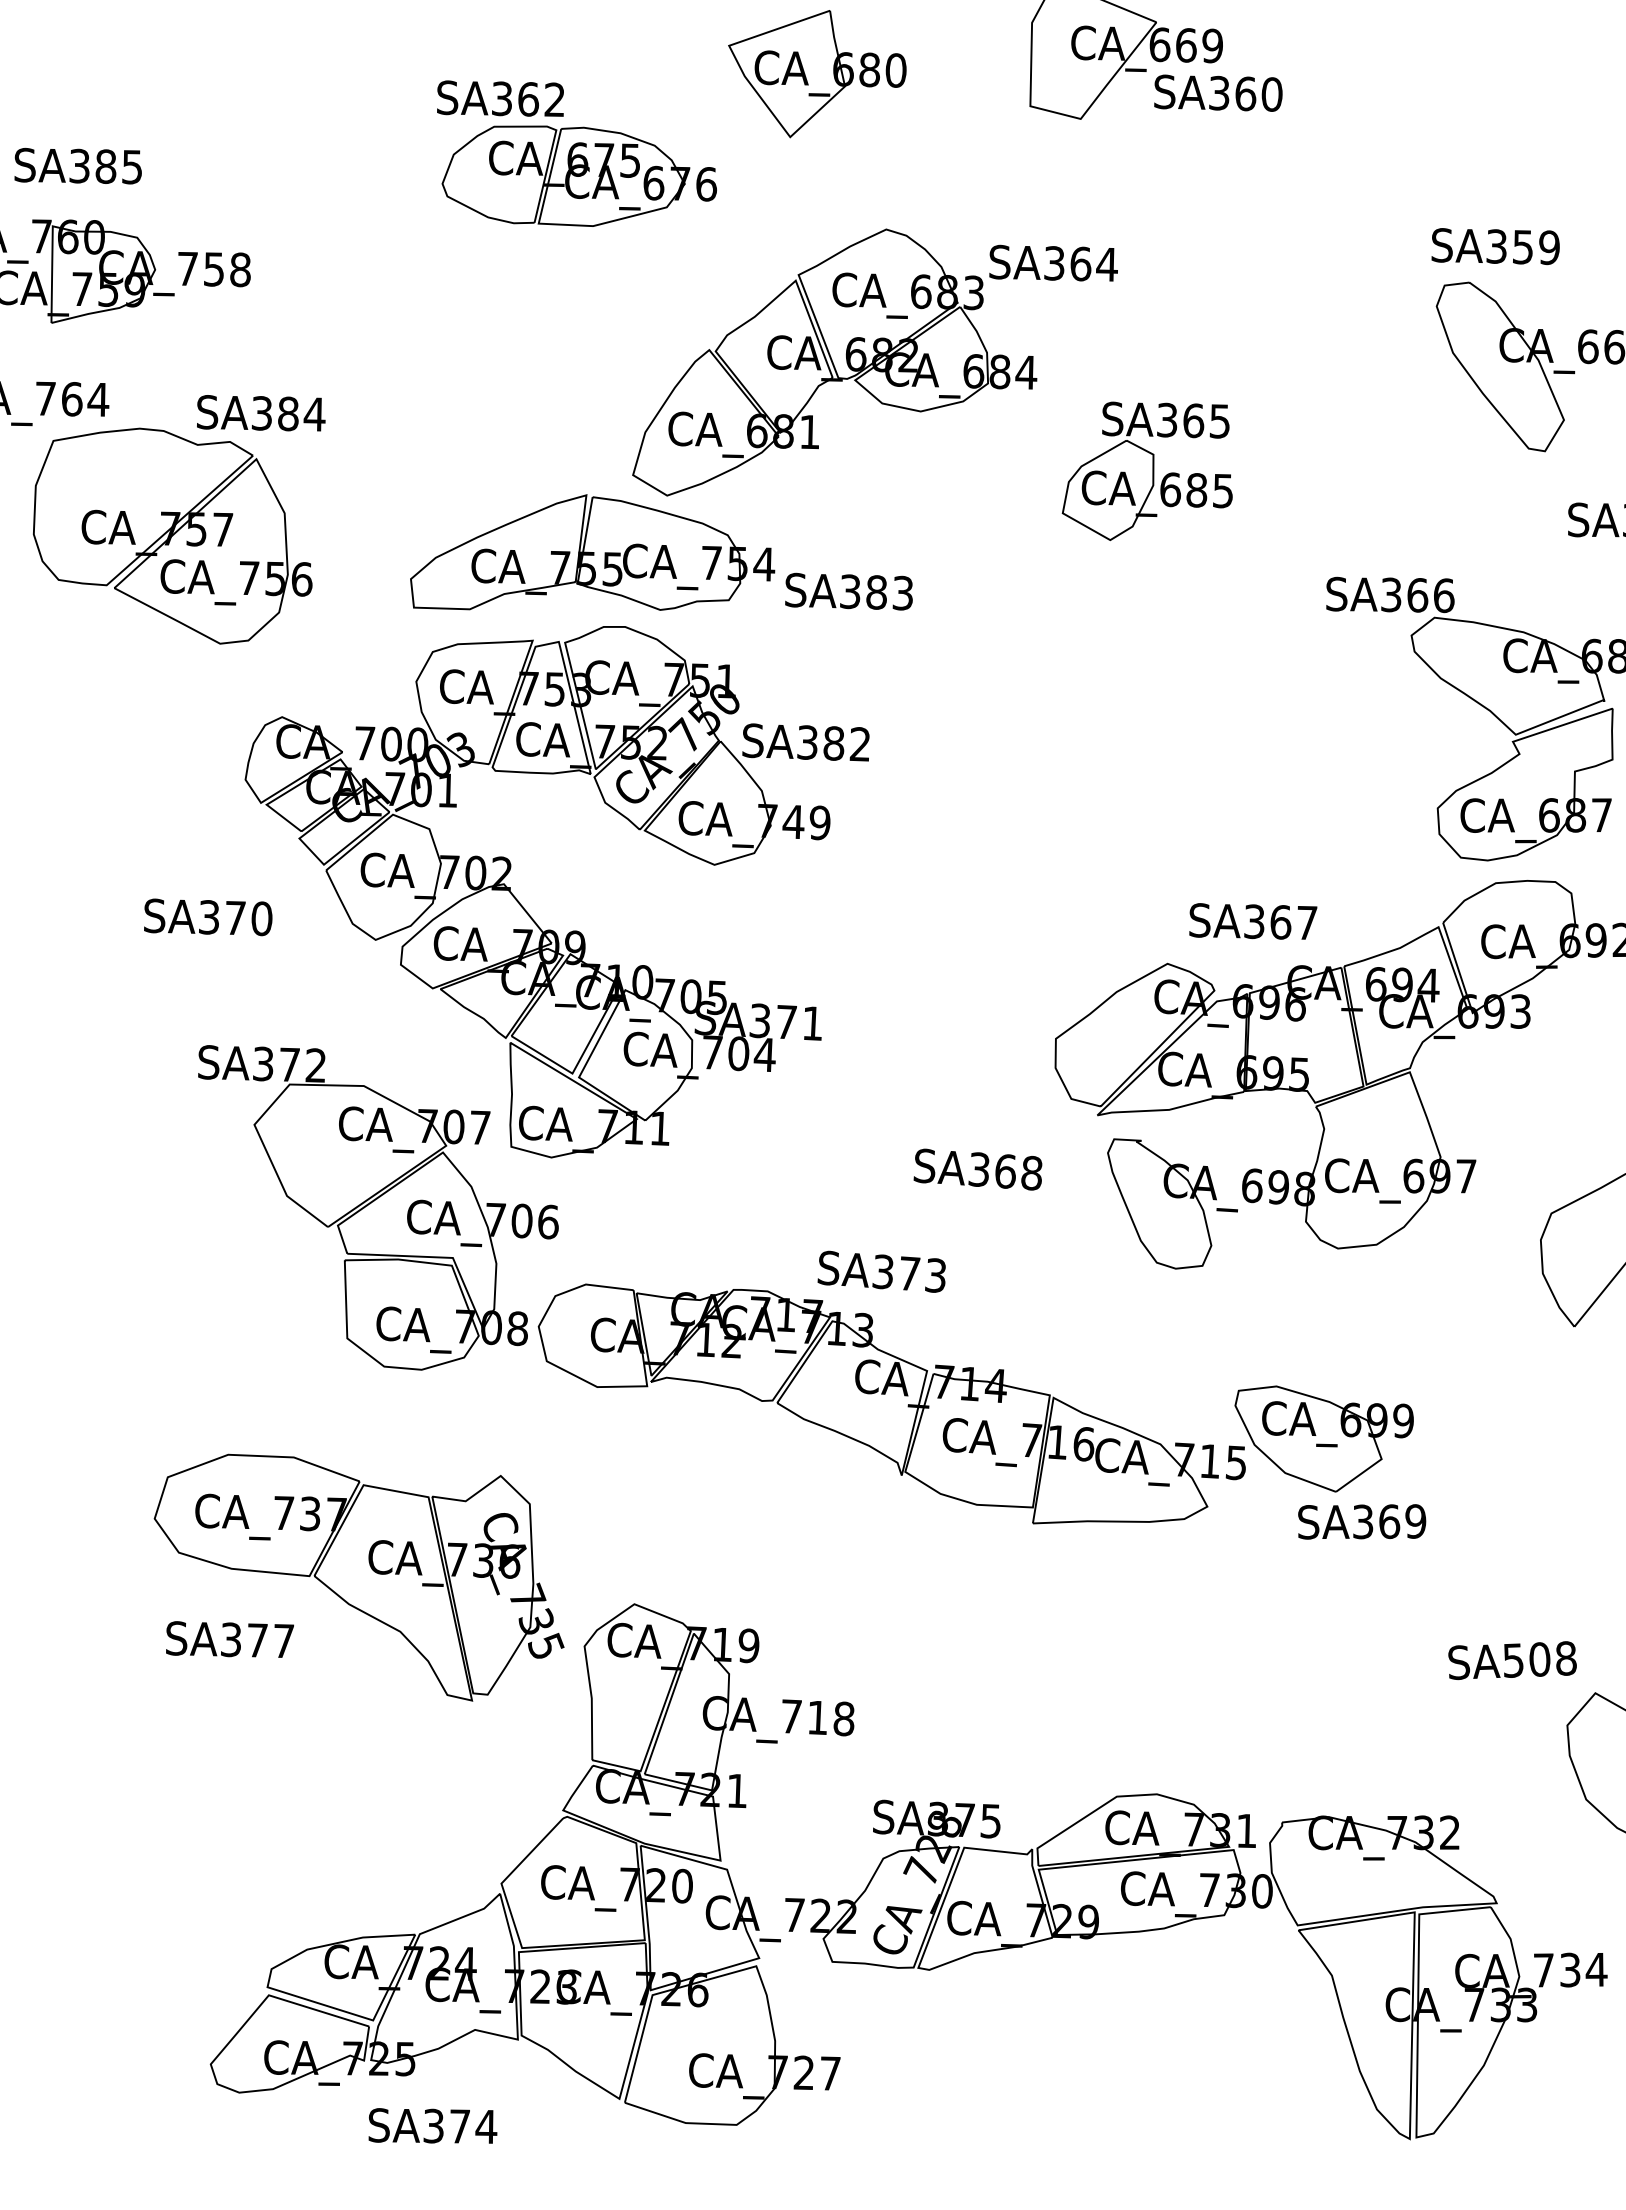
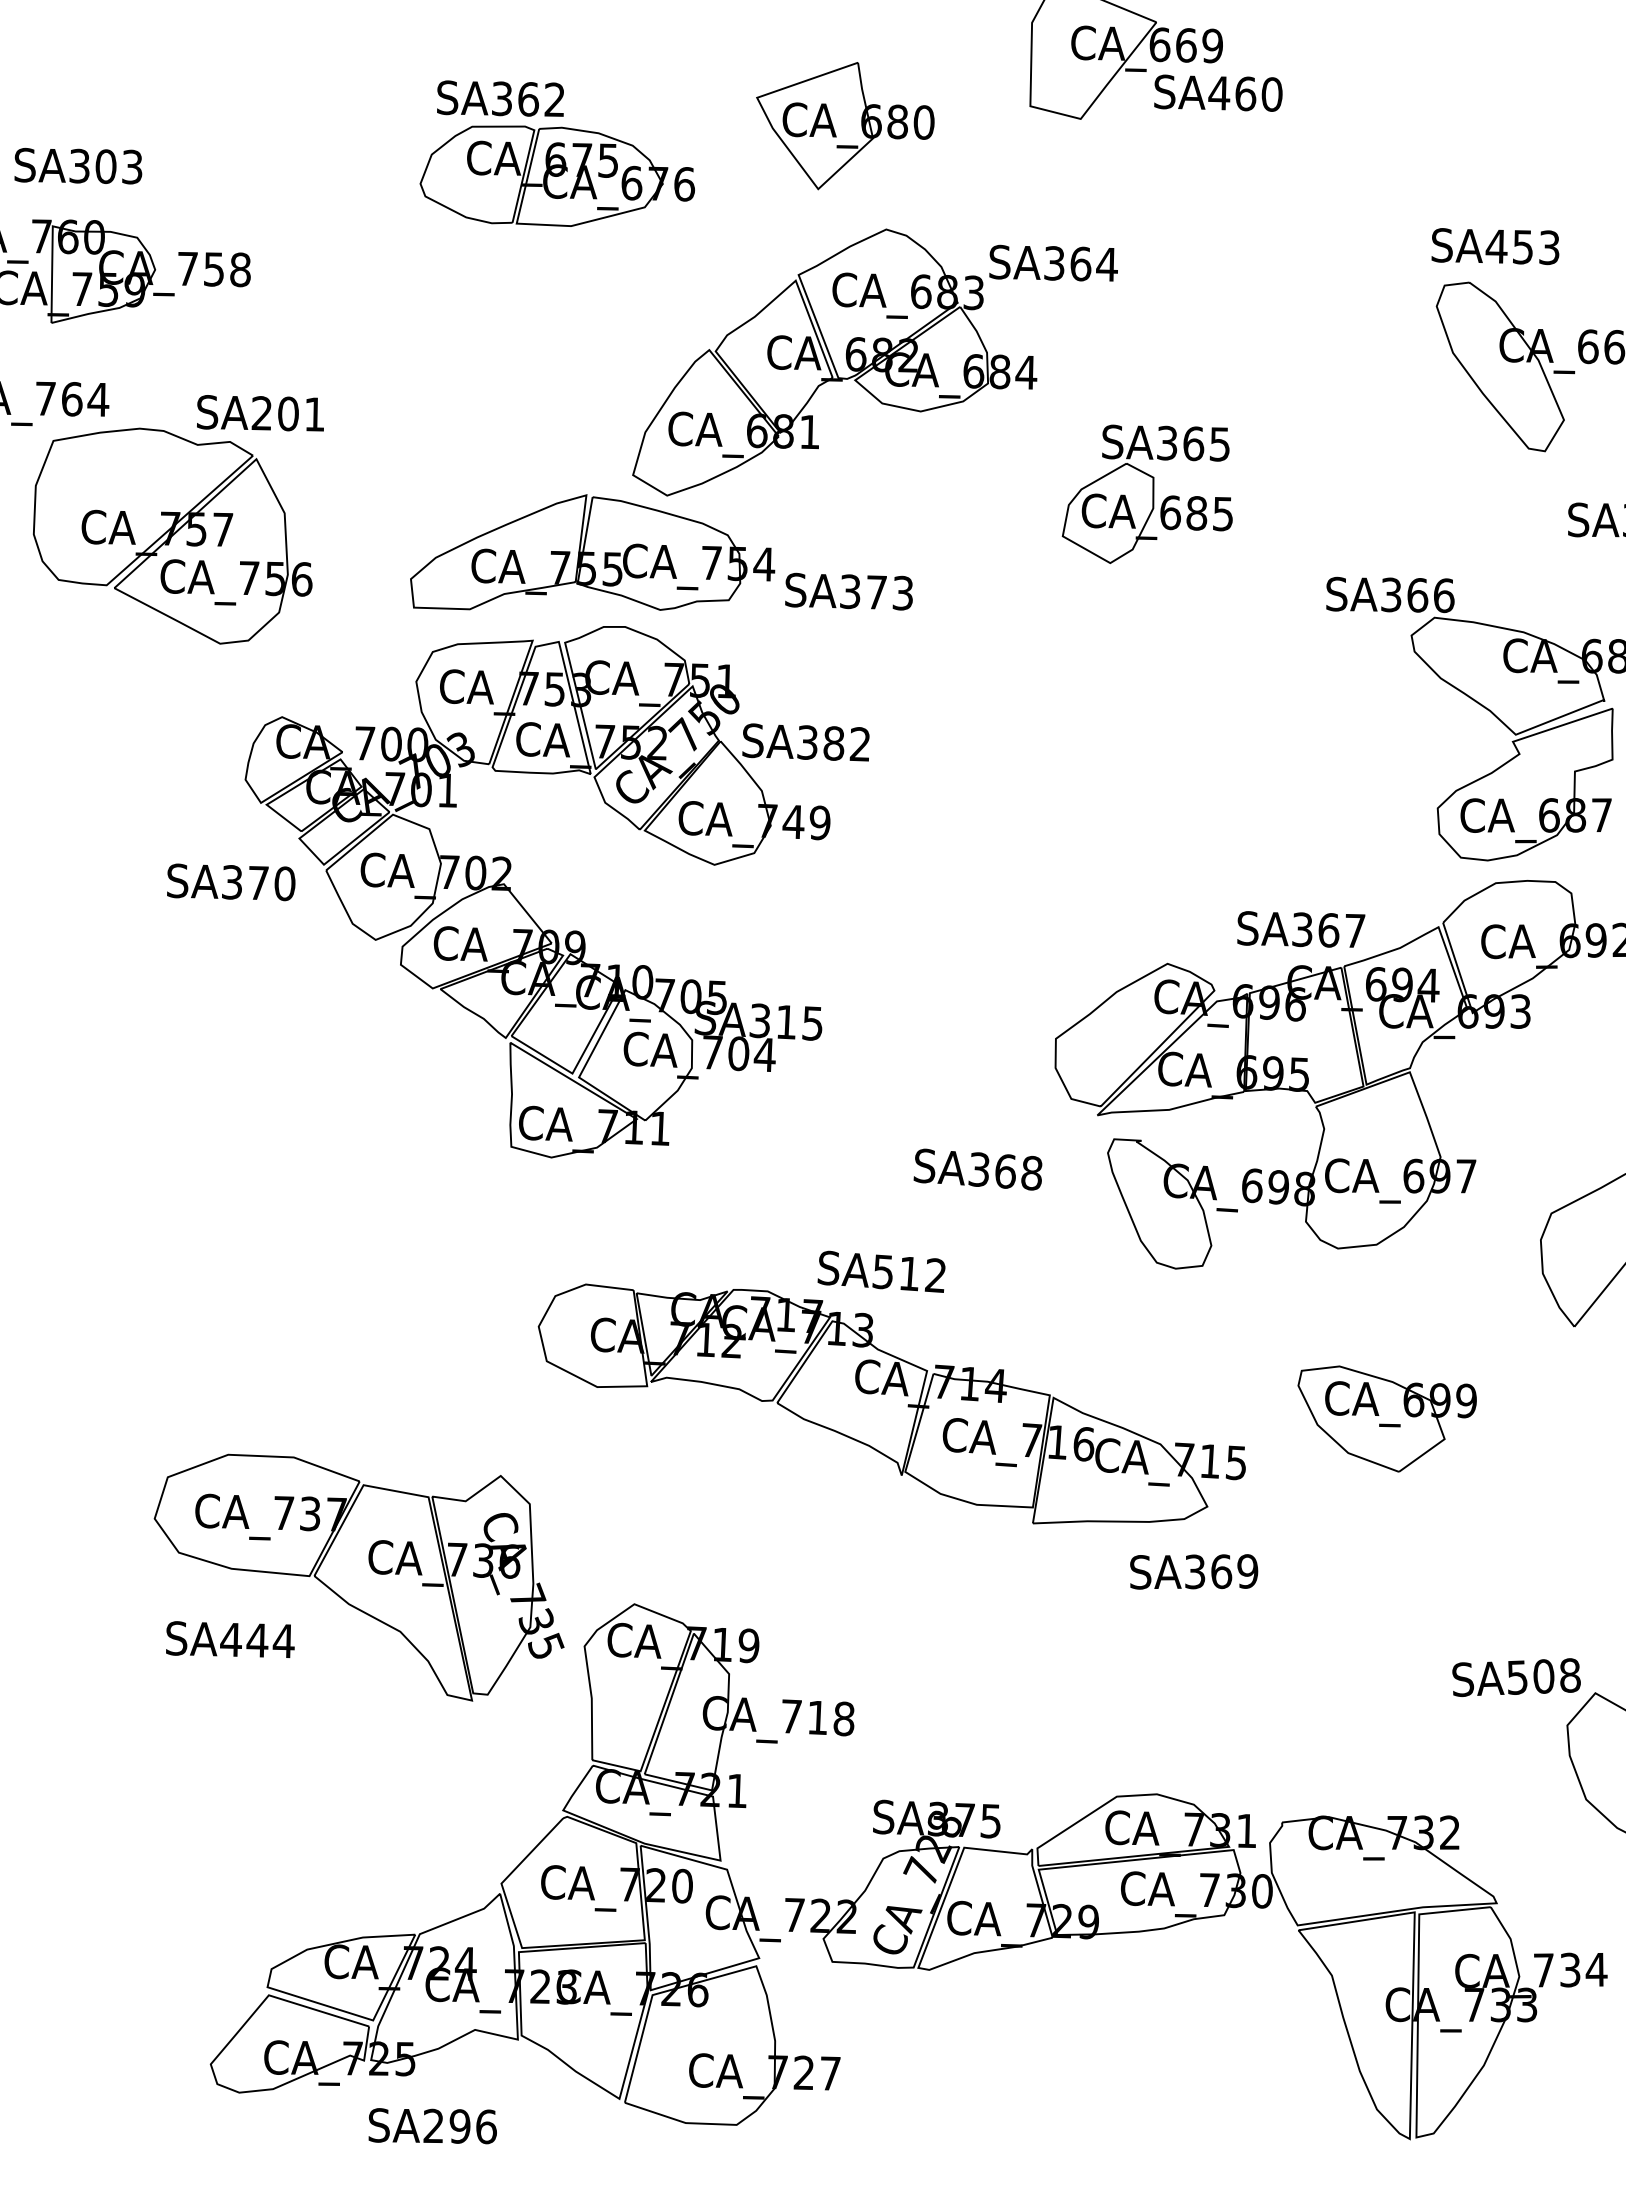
part at (817, 74) position: (817, 74) -> (845, 126)
text at (1219, 92): SA360 -> SA460
text at (118, 166): SA385 -> SA303
part at (578, 175) position: (578, 175) -> (556, 175)
text at (1522, 246): SA359 -> SA453
text at (288, 413): SA384 -> SA201
part at (1146, 470) position: (1146, 470) -> (1146, 493)
text at (876, 592): SA383 -> SA373
text at (208, 917) position: (208, 917) -> (231, 882)
text at (1253, 921) position: (1253, 921) -> (1301, 929)
text at (799, 1022): SA371 -> SA315
part at (378, 1207): present -> none
text at (908, 1273): SA373 -> SA512
part at (1323, 1438) position: (1323, 1438) -> (1386, 1418)
text at (1362, 1521) position: (1362, 1521) -> (1194, 1571)
text at (257, 1640): SA377 -> SA444
text at (1512, 1660) position: (1512, 1660) -> (1516, 1677)
text at (460, 2126): SA374 -> SA296
